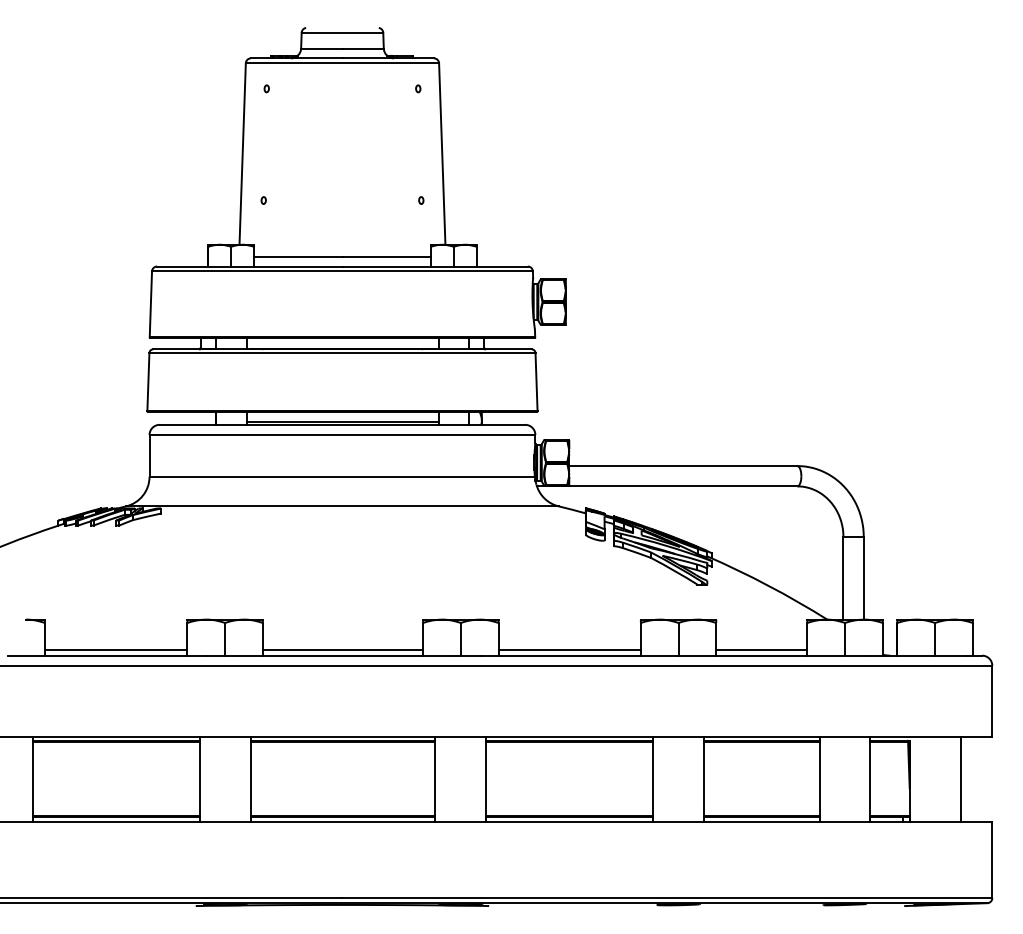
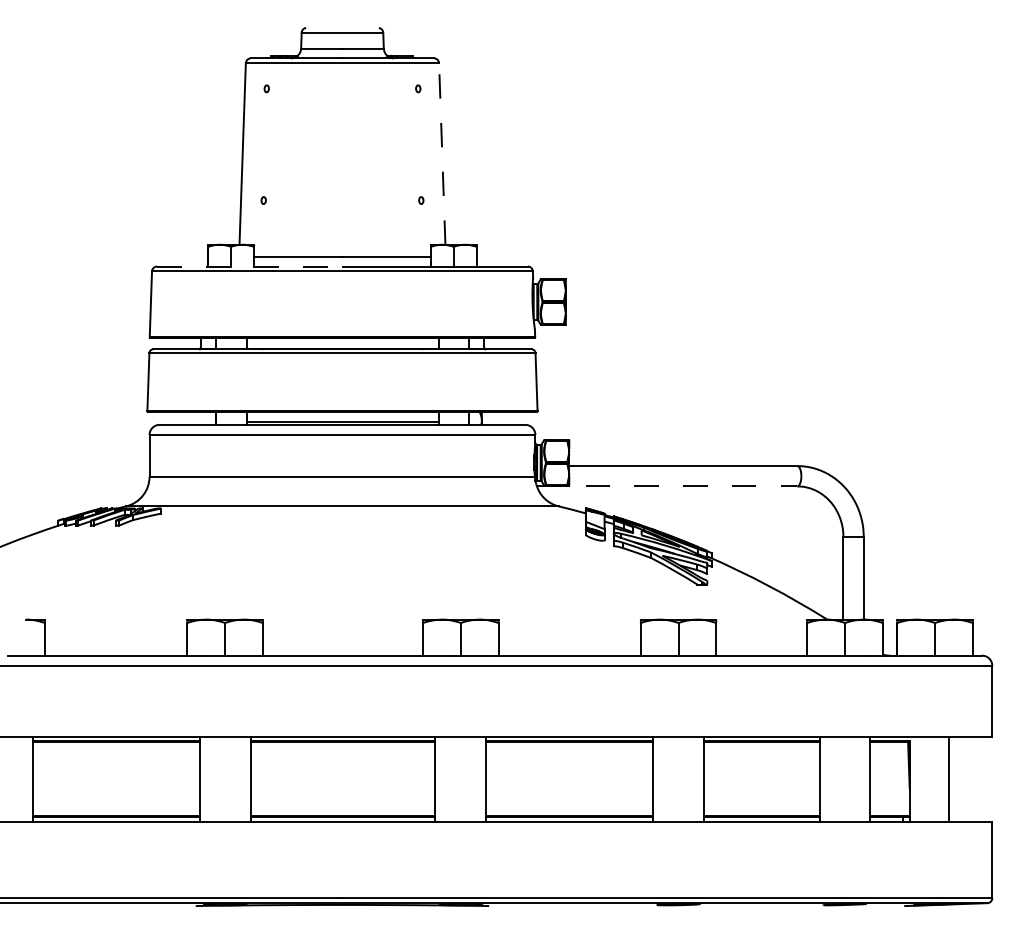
line at (442, 154): solid -> dashed
line at (249, 266): solid -> dashed
line at (667, 486): solid -> dashed
line at (115, 650): present -> none
line at (342, 650): present -> none
line at (569, 650): present -> none
line at (761, 650): present -> none
line at (960, 778) position: (960, 778) -> (948, 778)
